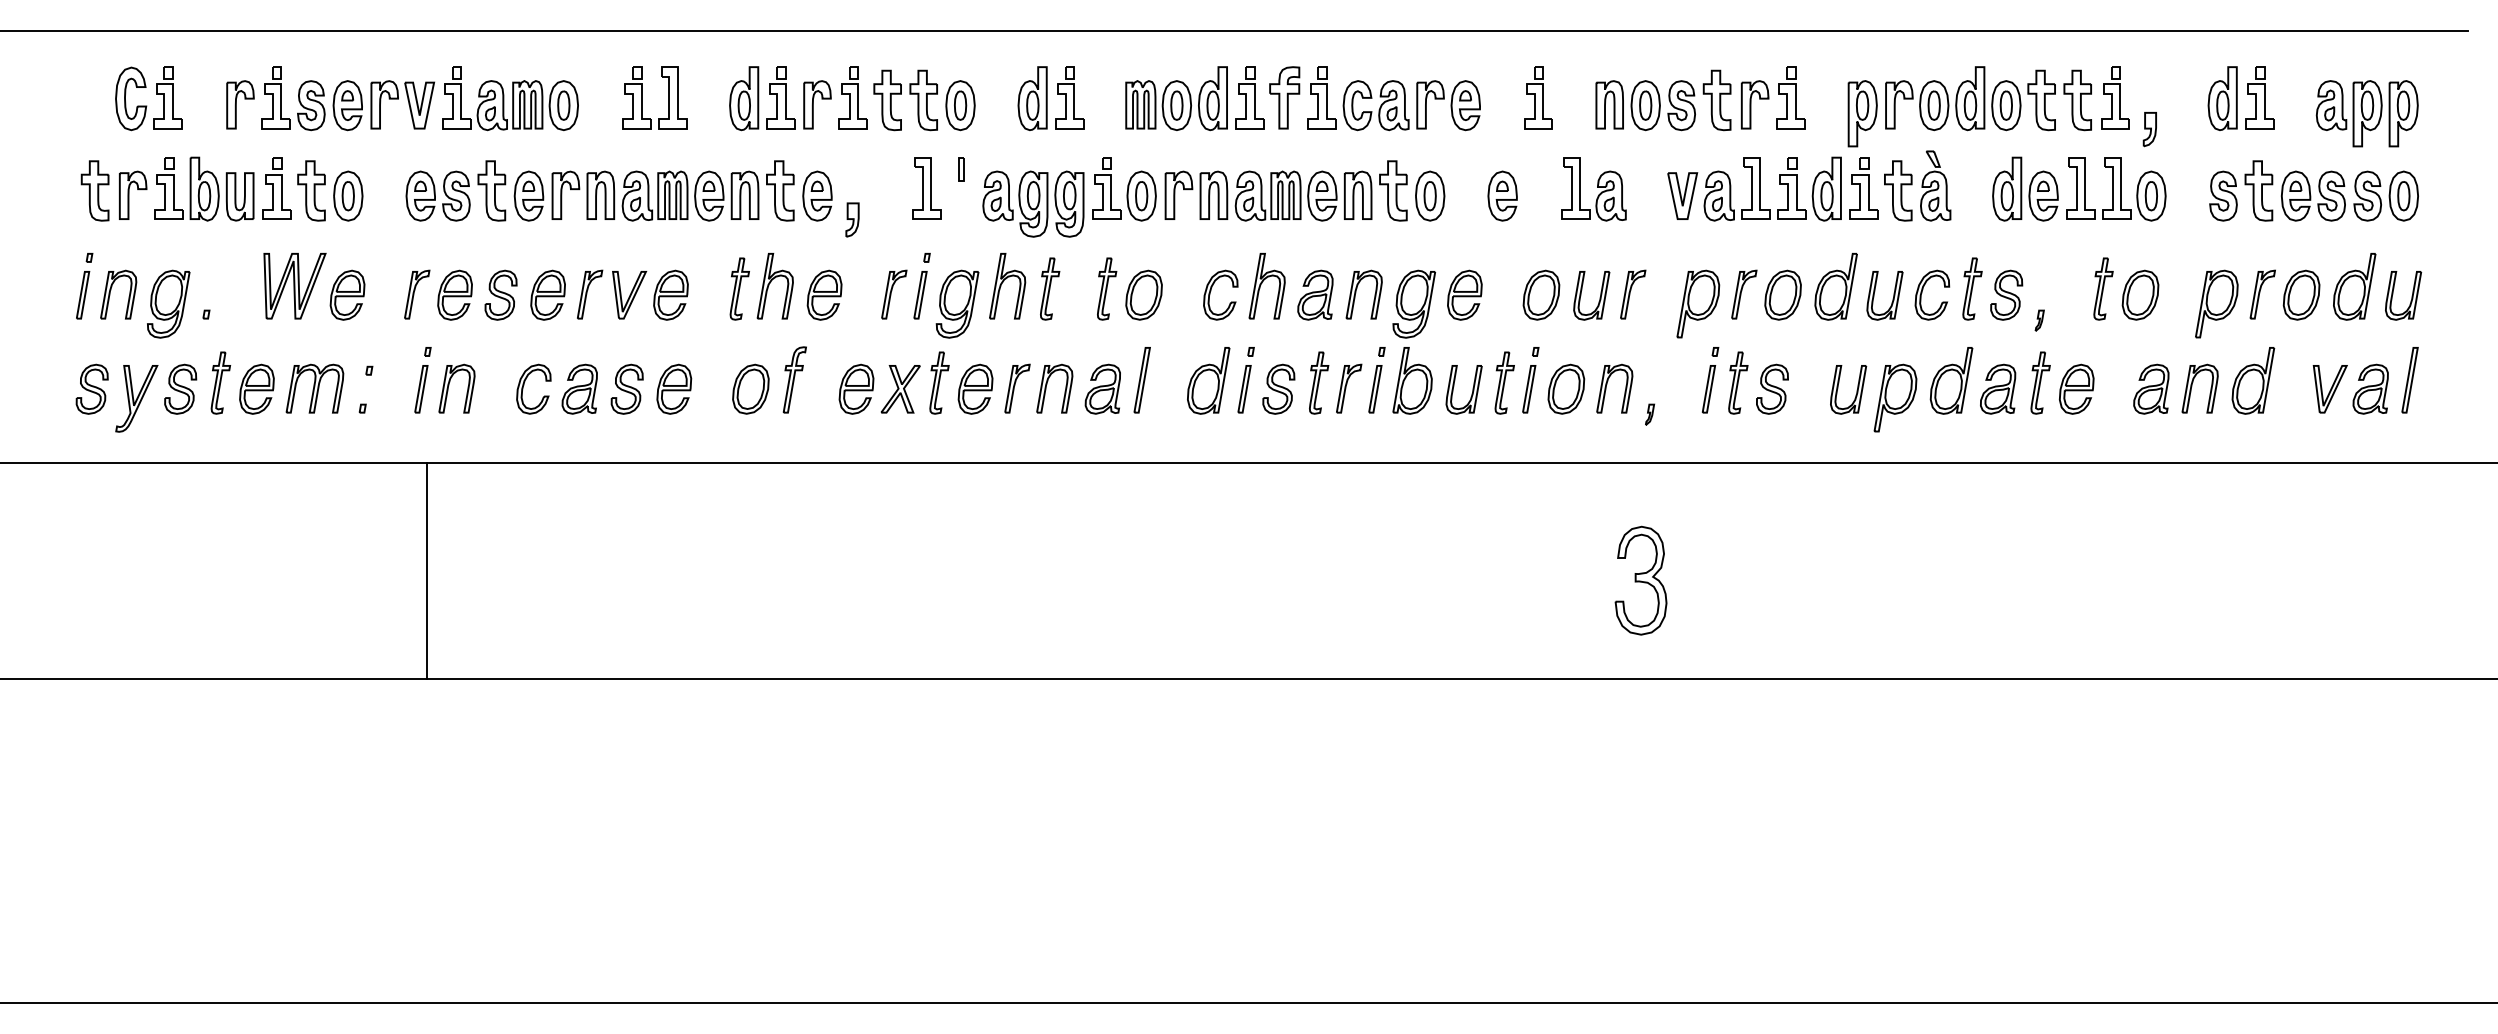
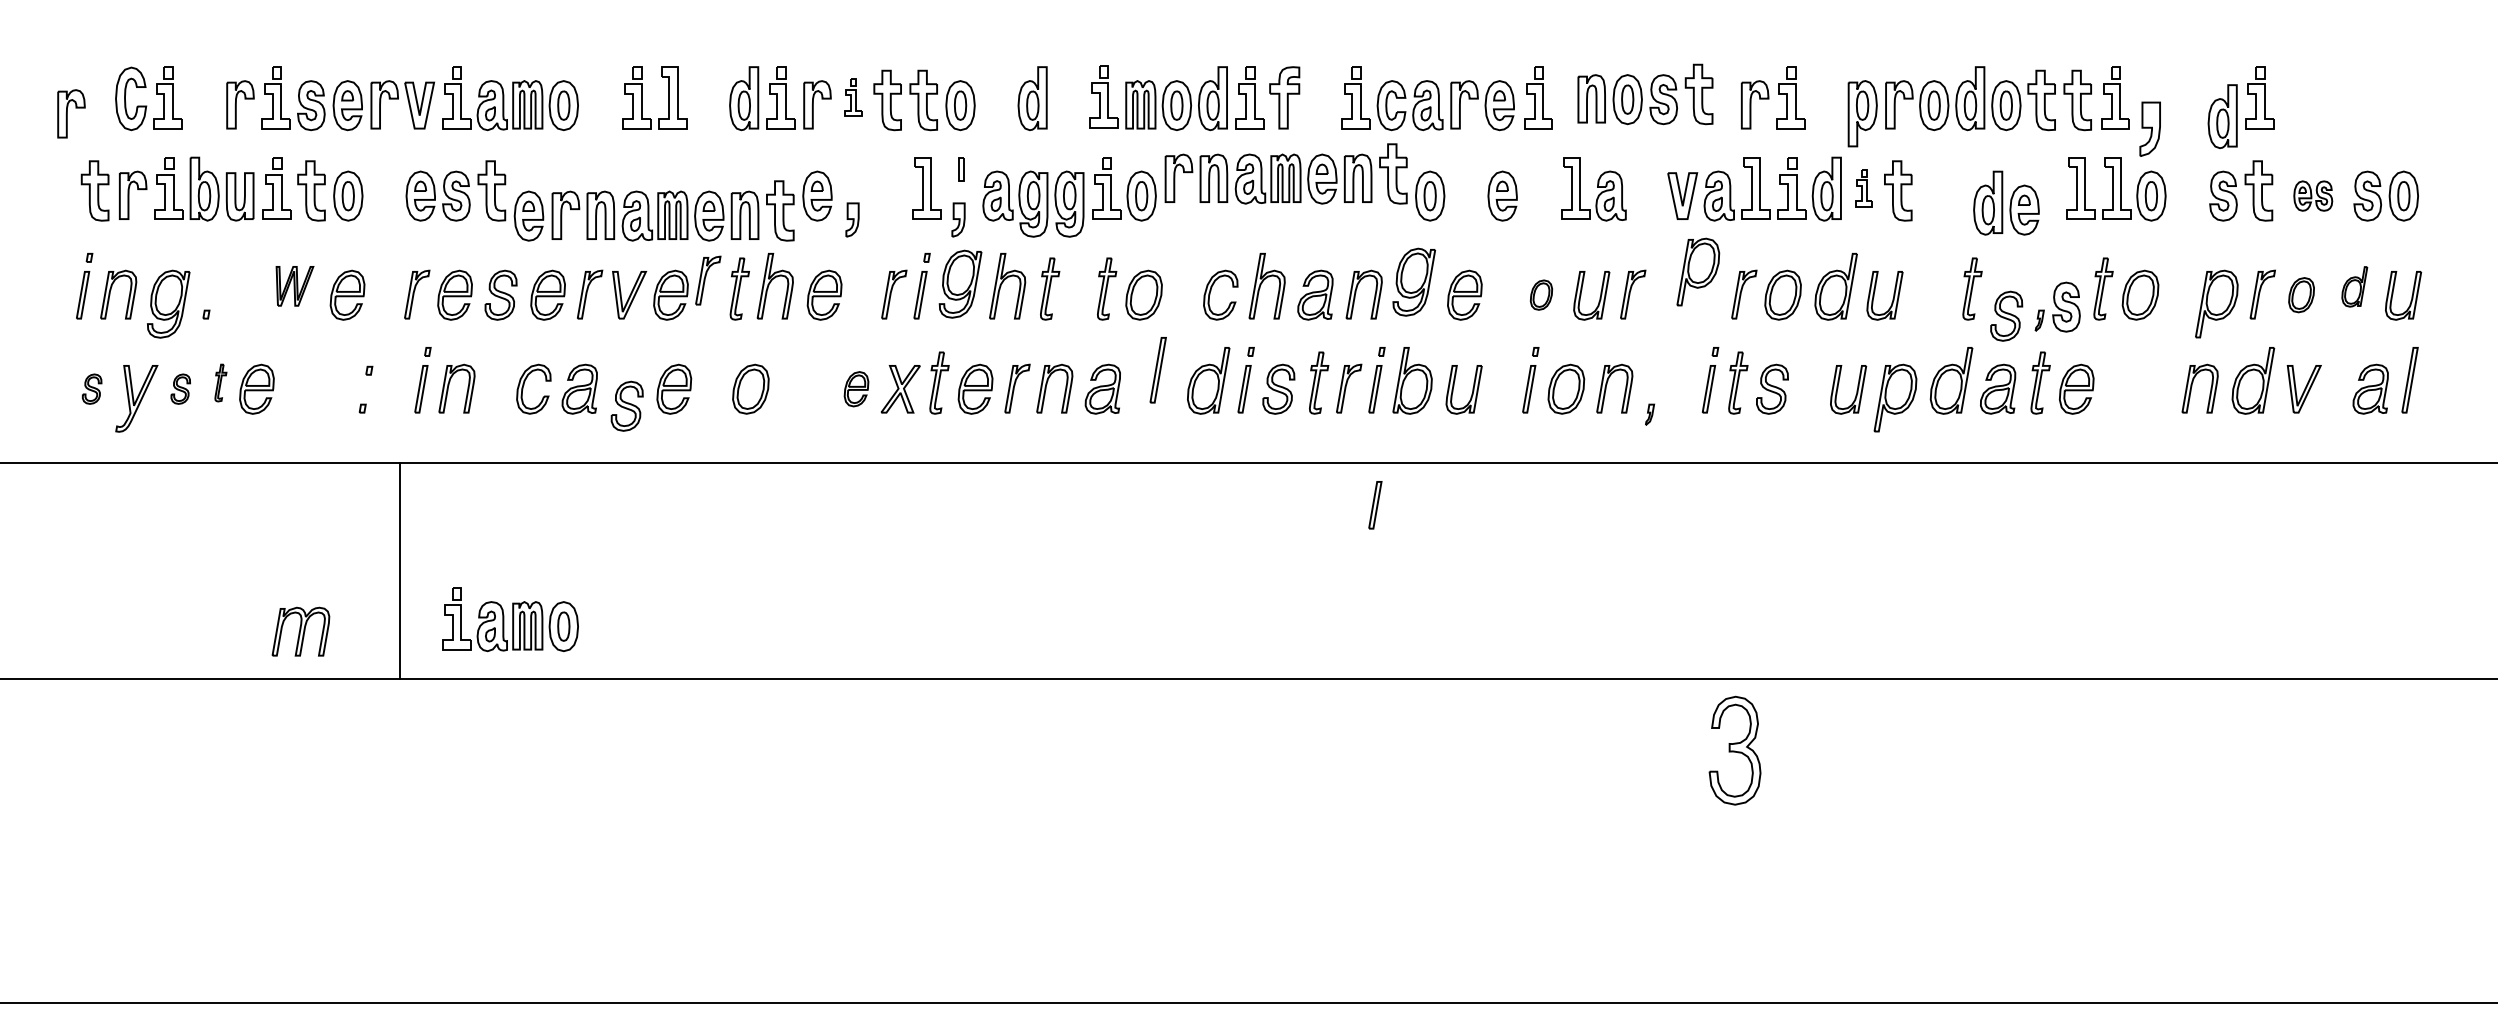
line at (1235, 31): present -> none
part at (852, 97) size: 30x64 px -> 19x39 px
part at (1069, 97) position: (1069, 97) -> (1103, 96)
part at (1393, 98) position: (1393, 98) -> (1427, 98)
part at (2222, 98) position: (2222, 98) -> (2222, 116)
part at (1663, 100) position: (1663, 100) -> (1645, 94)
part at (71, 113): none -> present
part at (2366, 113): present -> none
part at (2149, 129) size: 15x36 px -> 22x56 px
part at (1935, 185): present -> none
part at (1863, 188) size: 30x63 px -> 18x39 px
part at (2025, 188) position: (2025, 188) -> (2006, 202)
part at (653, 190) position: (653, 190) -> (653, 210)
part at (1285, 190) position: (1285, 190) -> (1285, 173)
part at (2312, 195) size: 66x52 px -> 41x32 px
part at (958, 219): none -> present
part at (708, 280): none -> present
part at (294, 286) size: 64x67 px -> 40x41 px
part at (2354, 286) size: 44x68 px -> 28x42 px
part at (1922, 293): present -> none
part at (1541, 294) size: 39x52 px -> 25x32 px
part at (2006, 294) position: (2006, 294) -> (2006, 315)
part at (2301, 294) size: 39x52 px -> 27x37 px
part at (957, 303) position: (957, 303) -> (960, 283)
part at (1414, 303) position: (1414, 303) -> (1414, 281)
part at (1698, 303) position: (1698, 303) -> (1698, 271)
part at (2066, 306): none -> present
part at (794, 379): present -> none
part at (1141, 380) position: (1141, 380) -> (1157, 370)
part at (220, 382) size: 22x64 px -> 14x40 px
part at (1504, 382): present -> none
part at (91, 388) size: 34x52 px -> 22x32 px
part at (180, 388) size: 34x52 px -> 21x32 px
part at (314, 388) position: (314, 388) -> (300, 631)
part at (626, 388) position: (626, 388) -> (626, 405)
part at (856, 388) size: 37x52 px -> 27x37 px
part at (2151, 388): present -> none
part at (2329, 389) position: (2329, 389) -> (2303, 389)
part at (1375, 505): none -> present
line at (426, 570) position: (426, 570) -> (399, 570)
part at (1640, 580) position: (1640, 580) -> (1734, 750)
part at (510, 619): none -> present
